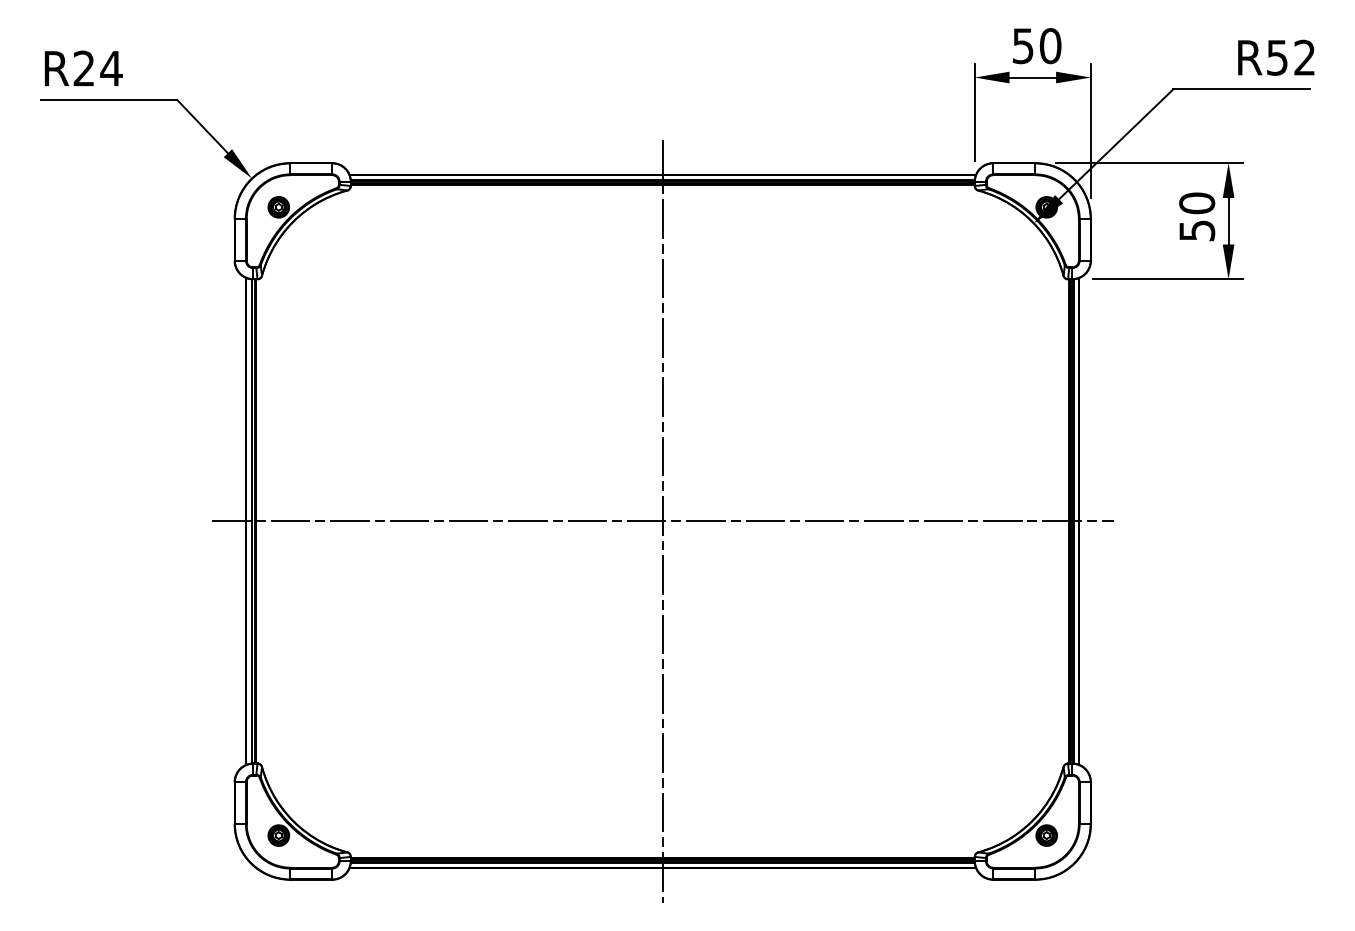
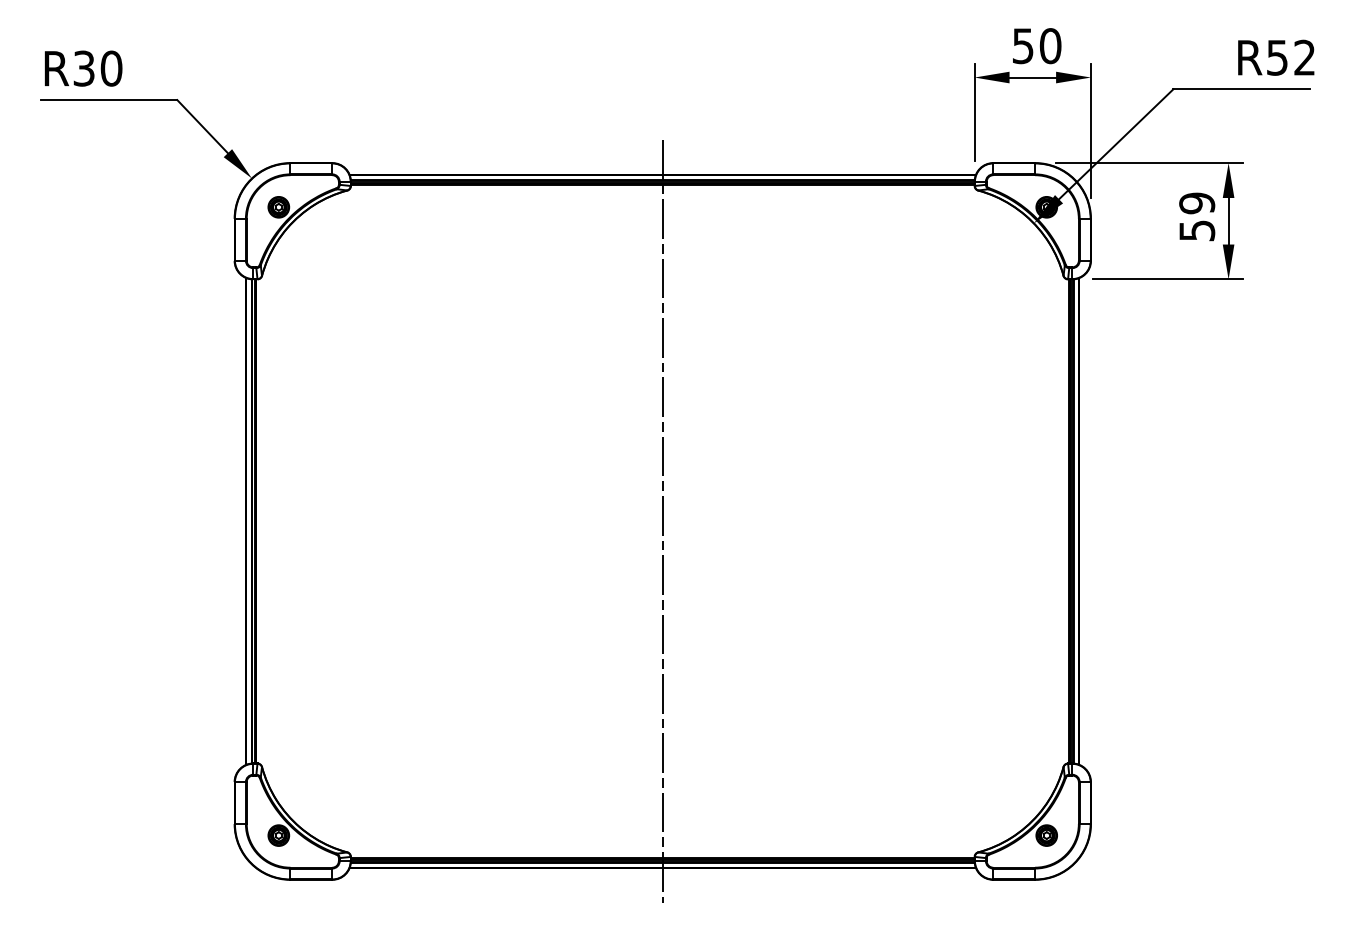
text at (97, 68): R24 -> R30
text at (1197, 203): 50 -> 59
line at (662, 521): present -> none
